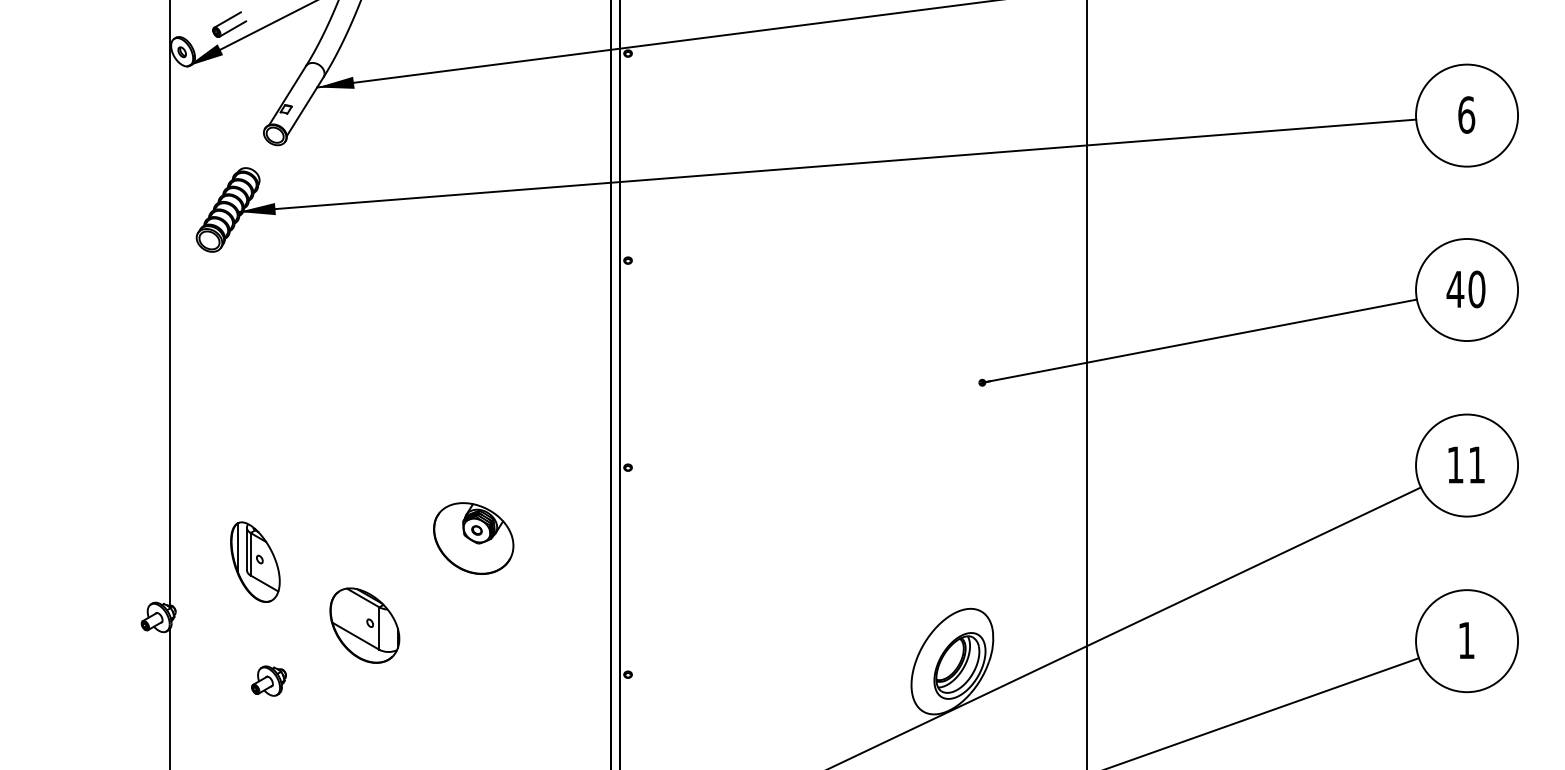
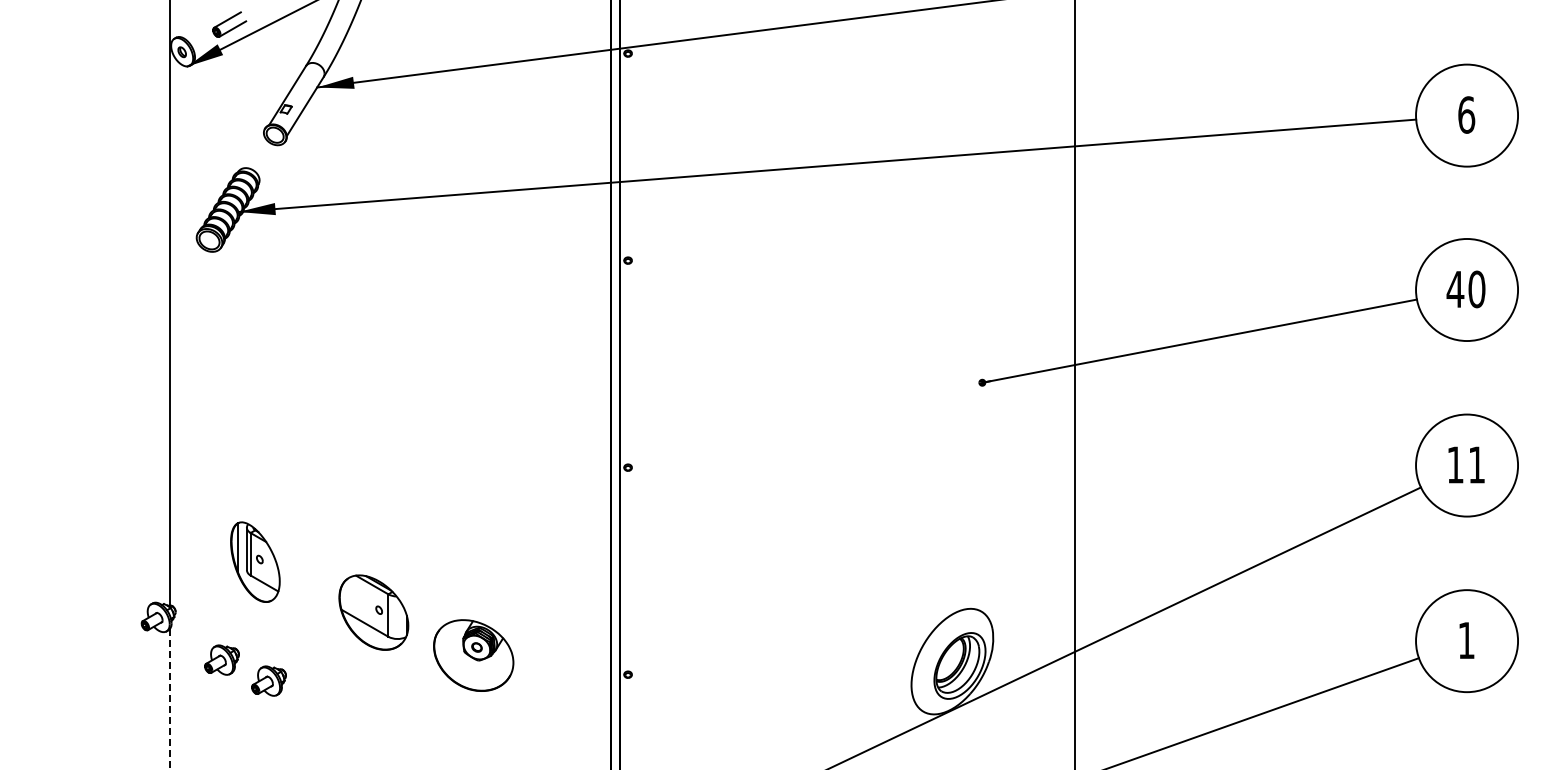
line at (1087, 384) position: (1087, 384) -> (1075, 384)
part at (473, 538) position: (473, 538) -> (473, 655)
part at (364, 625) position: (364, 625) -> (373, 612)
part at (221, 659): none -> present
line at (169, 699): solid -> dashed
